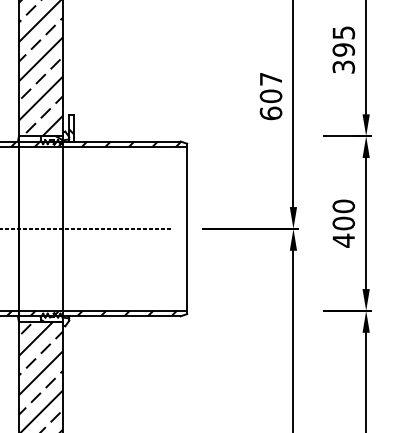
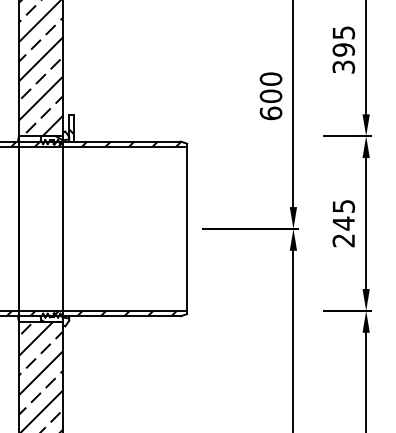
text at (270, 78): 607 -> 600
text at (343, 223): 400 -> 245
line at (86, 228): present -> none
